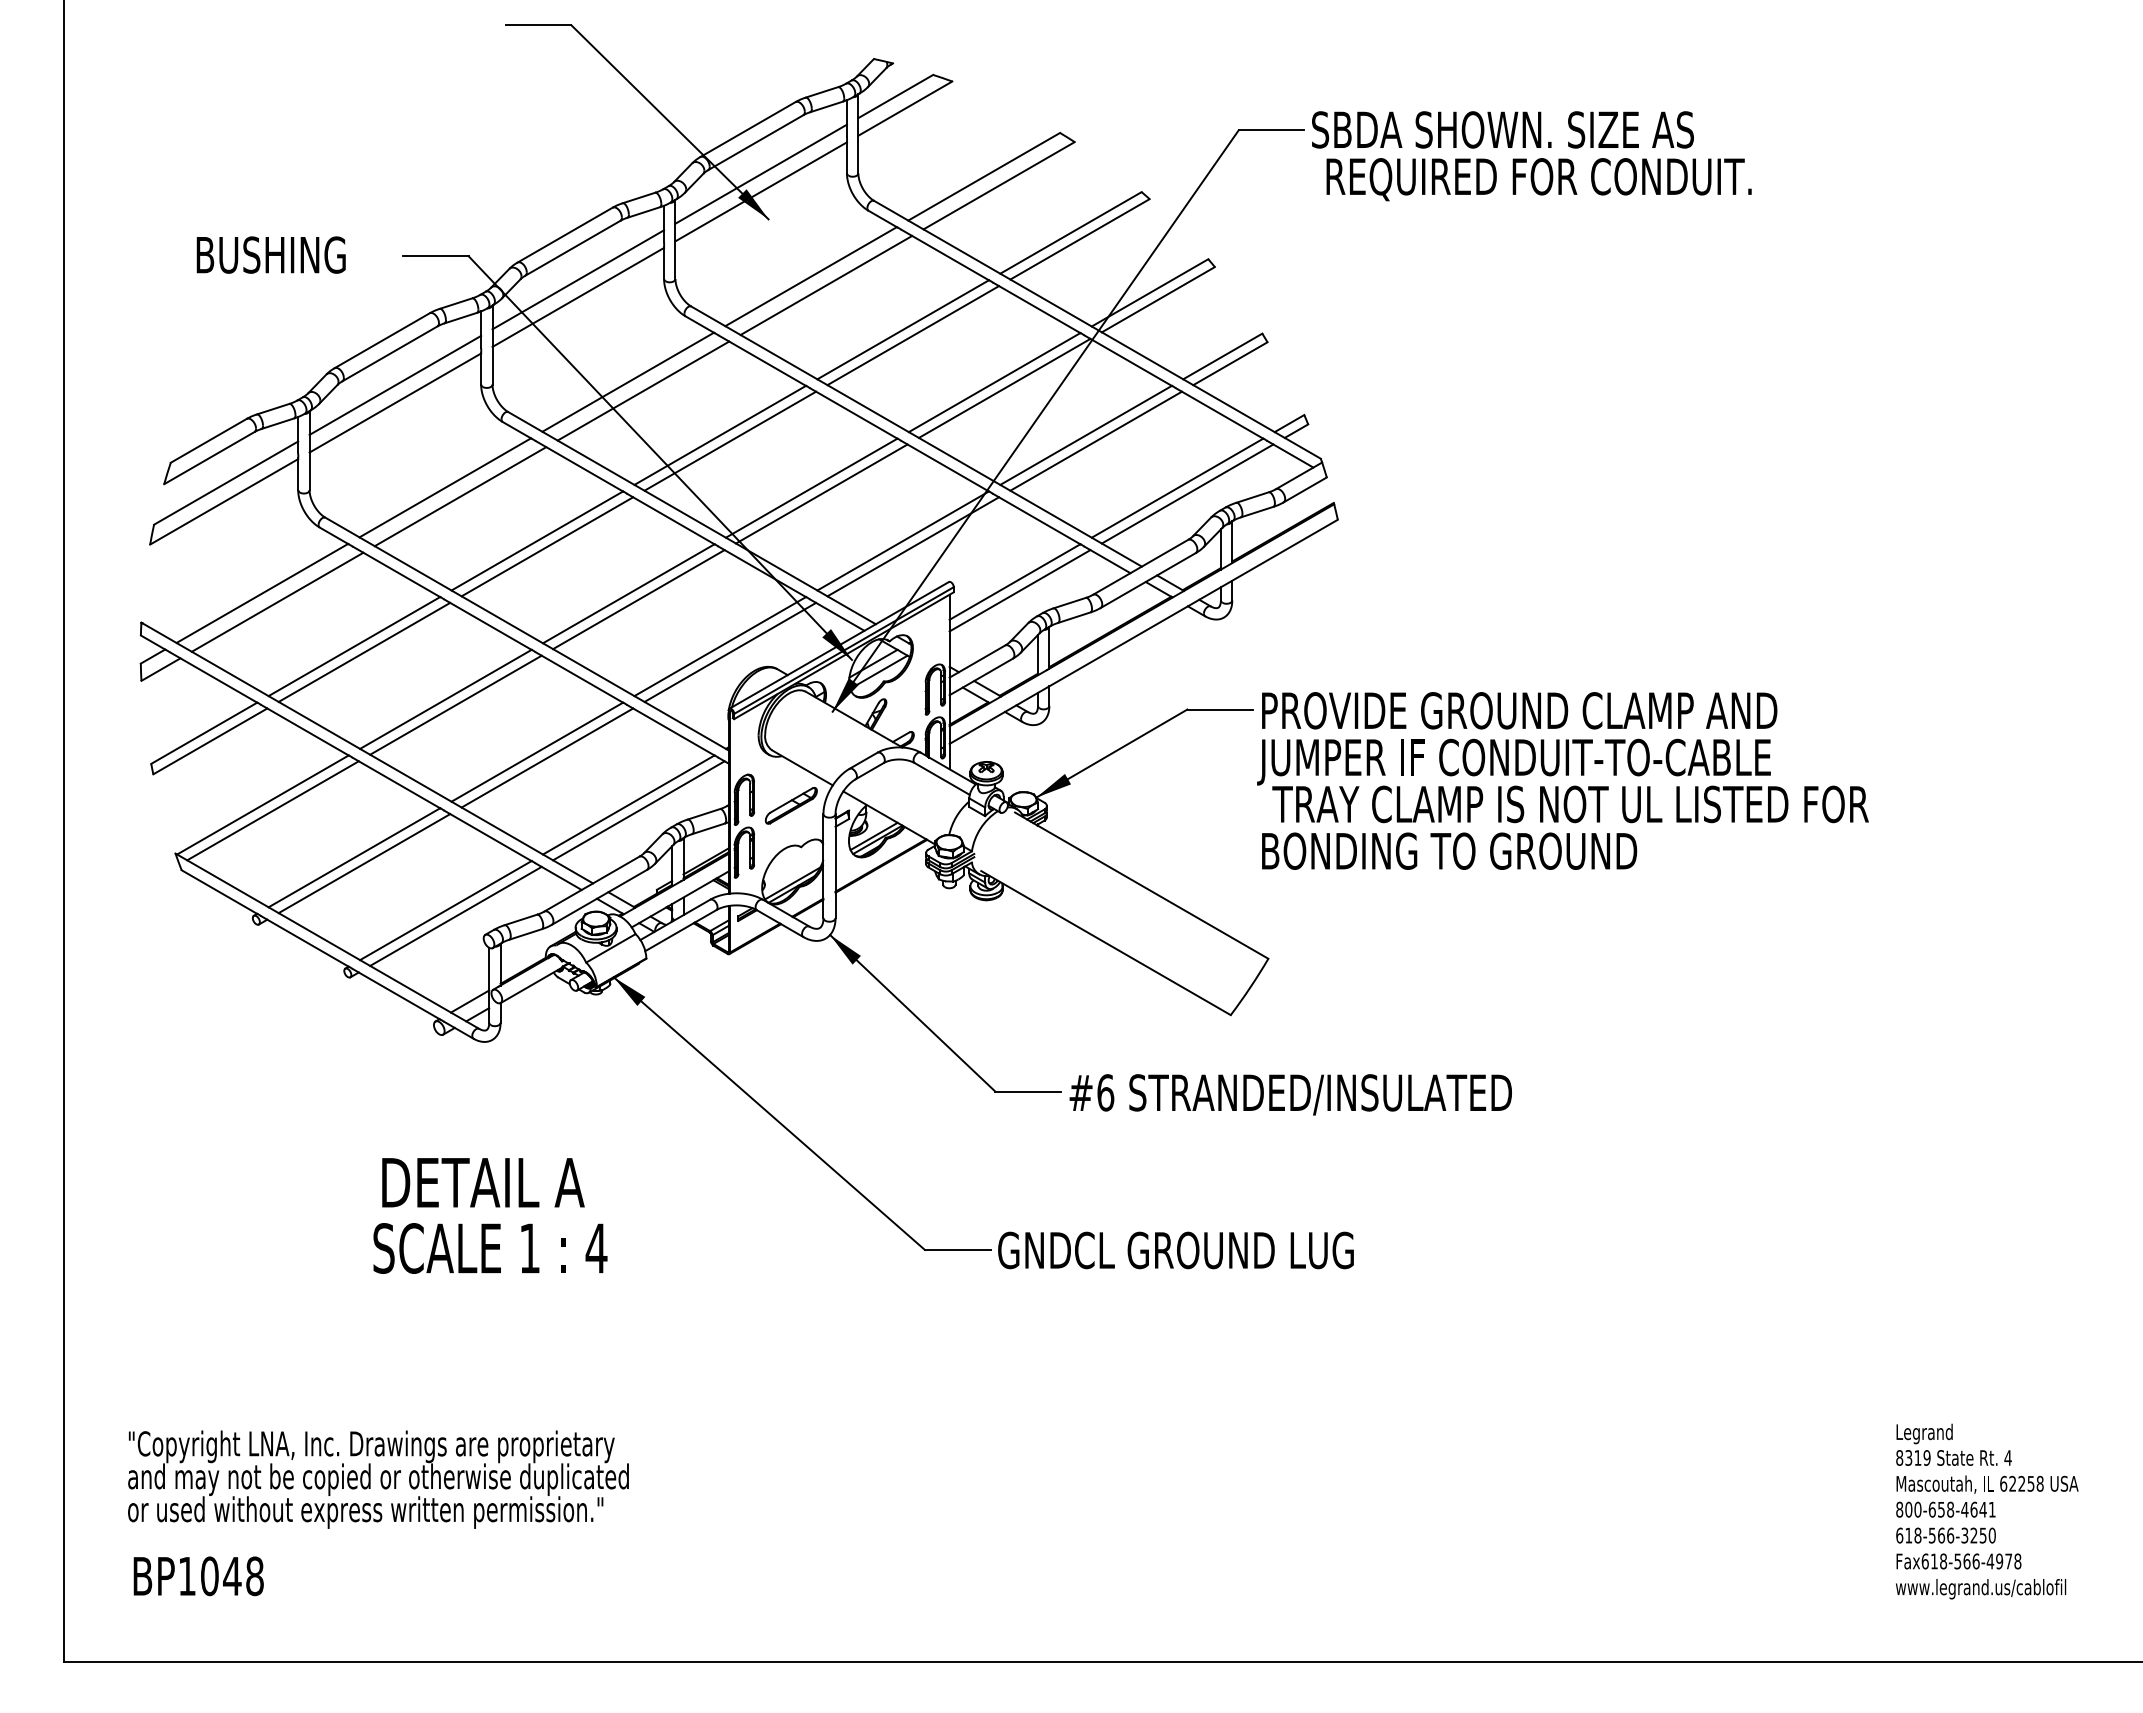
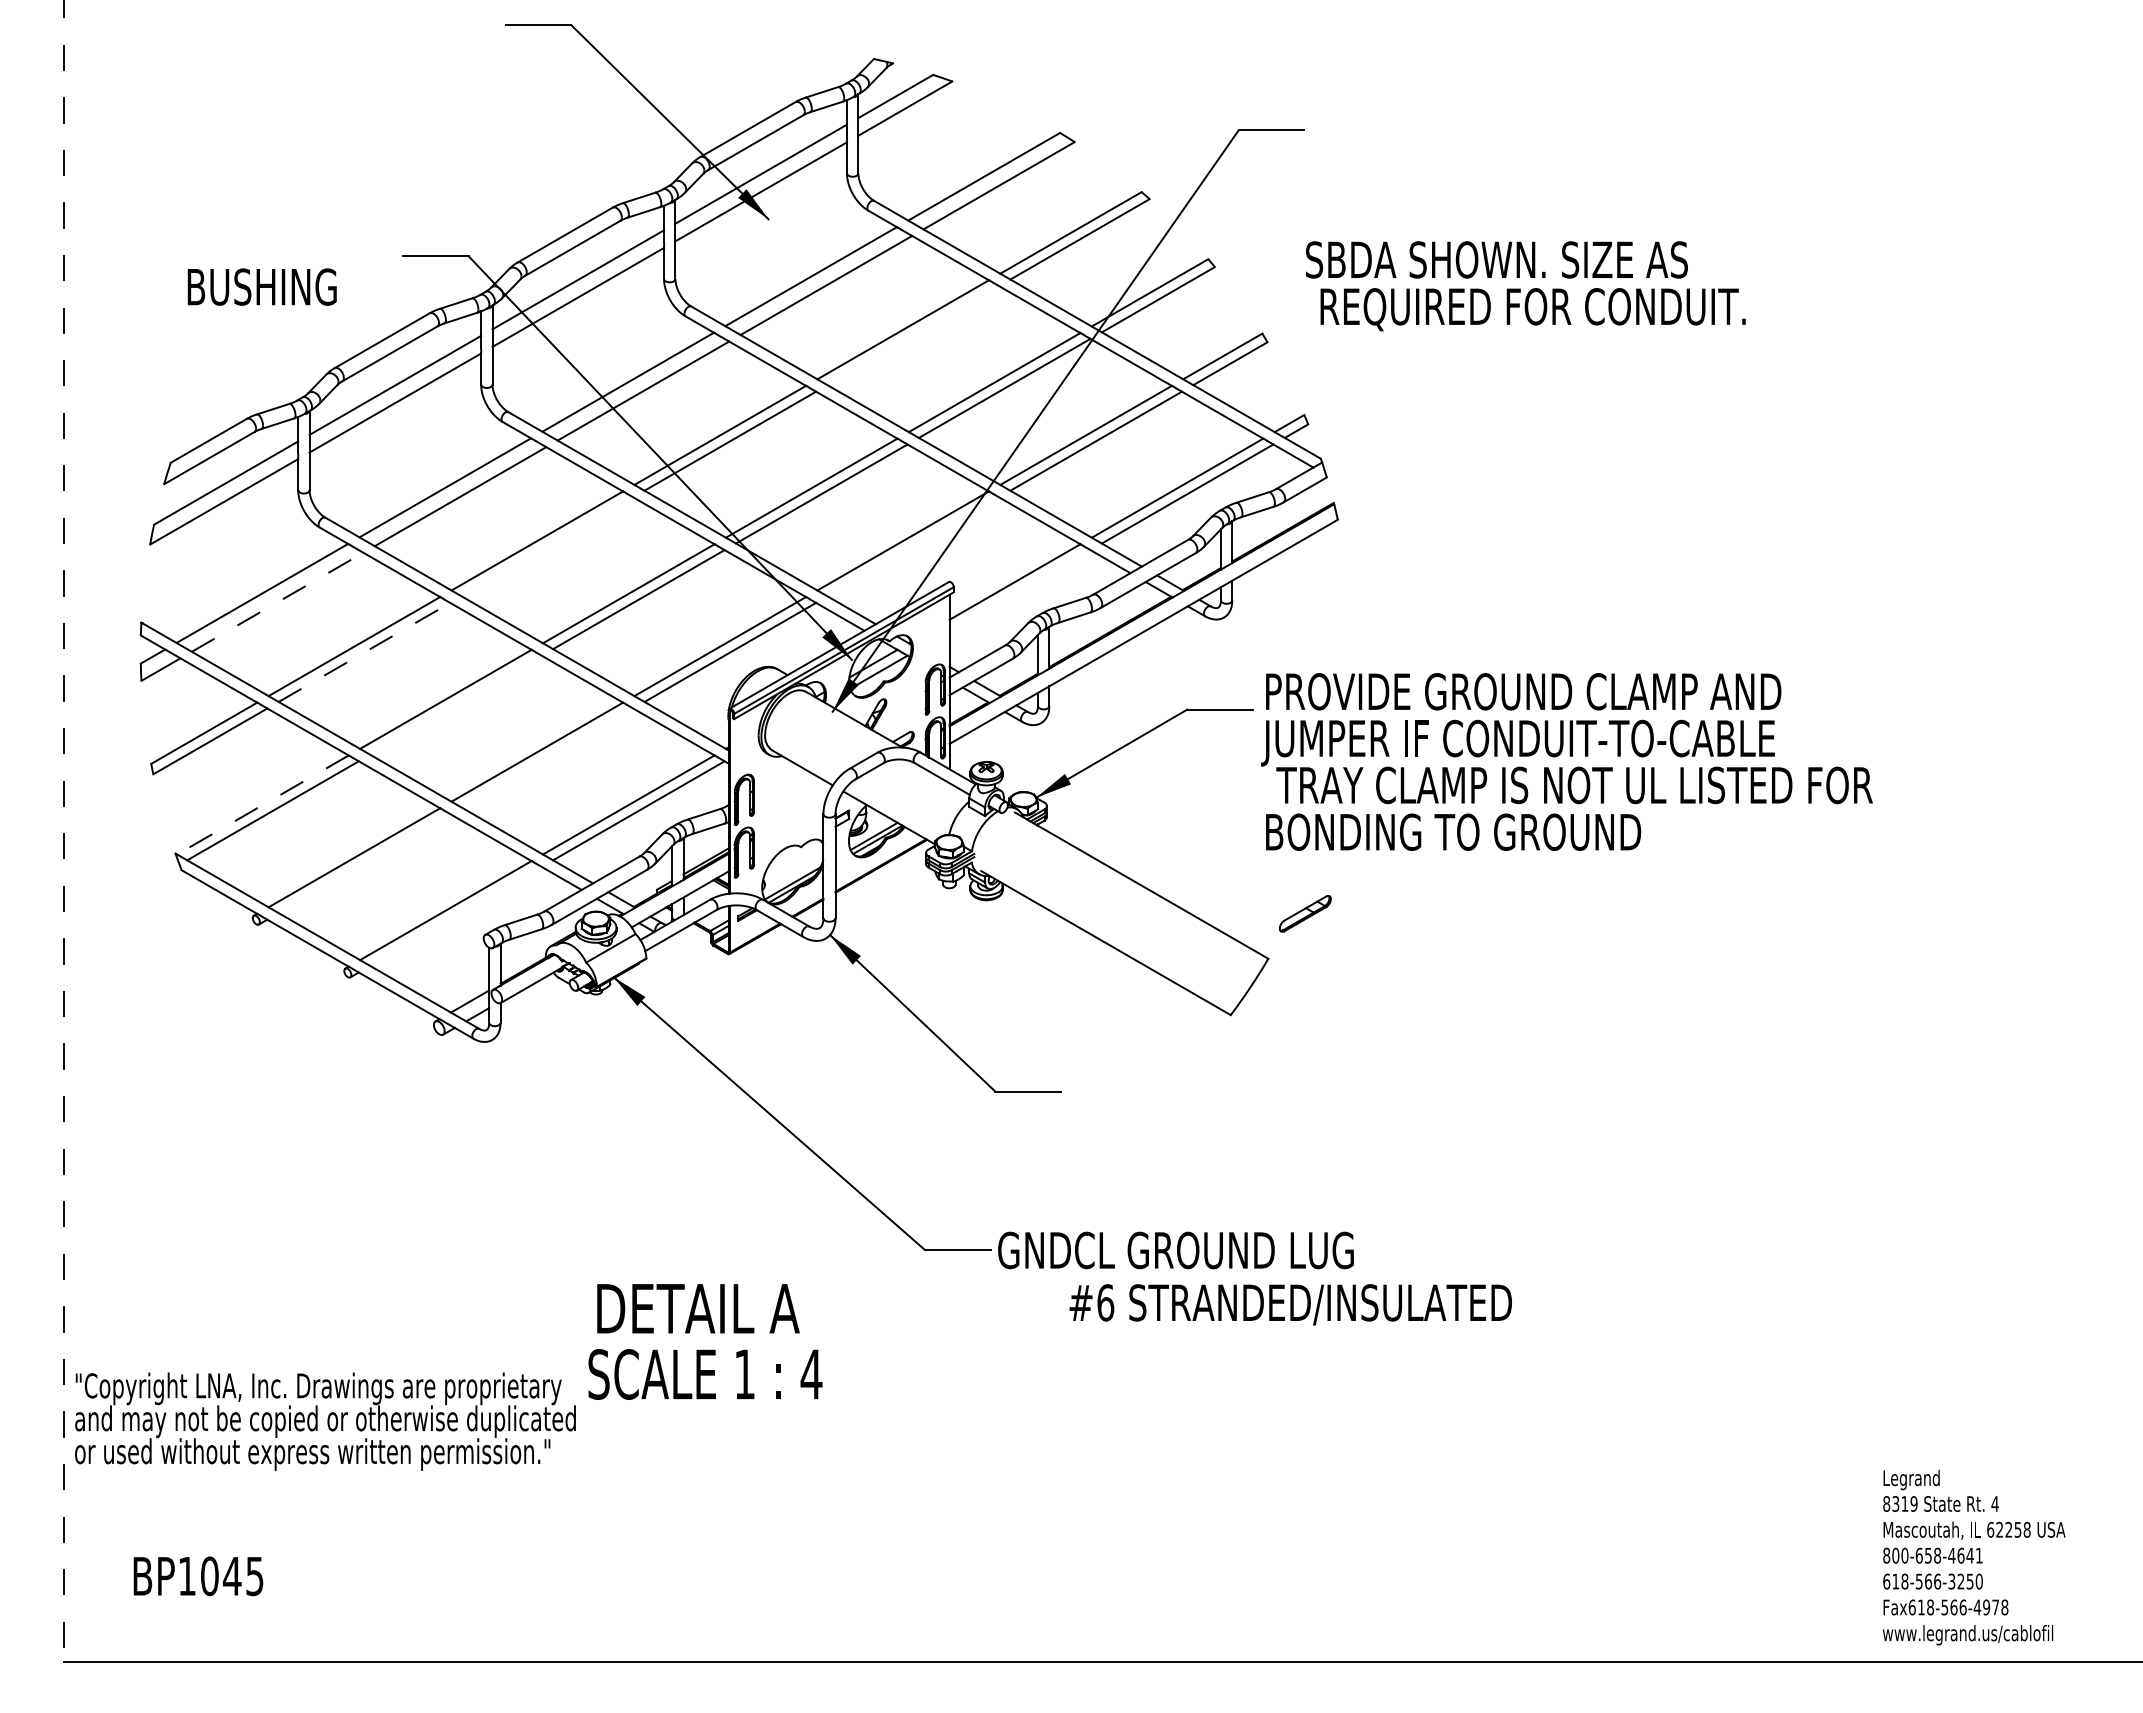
text at (1531, 156) position: (1531, 156) -> (1525, 286)
text at (270, 254) position: (270, 254) -> (261, 286)
line at (913, 335): present -> none
line at (547, 546): present -> none
line at (913, 546): present -> none
line at (1019, 590): present -> none
line at (278, 602): solid -> dashed
line at (364, 652): solid -> dashed
line at (455, 704): present -> none
line at (547, 757): present -> none
text at (1562, 780) position: (1562, 780) -> (1566, 761)
line at (262, 805): solid -> dashed
part at (790, 805) position: (790, 805) -> (1304, 913)
line at (64, 830): solid -> dashed
line at (364, 863): present -> none
line at (455, 915): present -> none
text at (1290, 1094) position: (1290, 1094) -> (1290, 1304)
text at (490, 1215) position: (490, 1215) -> (705, 1341)
text at (378, 1479) position: (378, 1479) -> (325, 1421)
text at (1987, 1511) position: (1987, 1511) -> (1974, 1557)
text at (254, 1576): BP1048 -> BP1045
